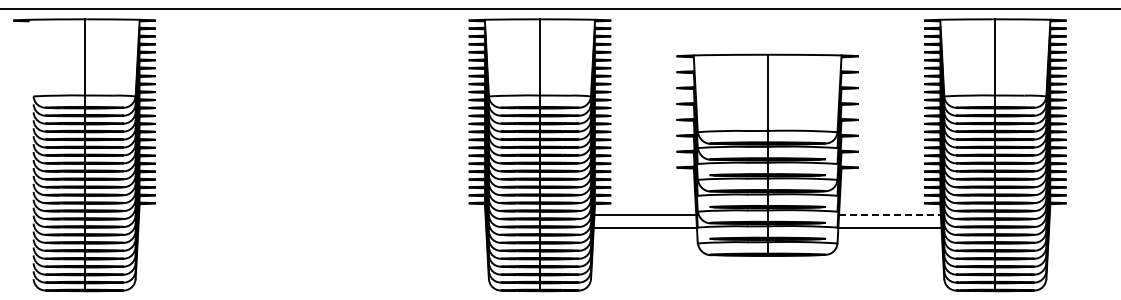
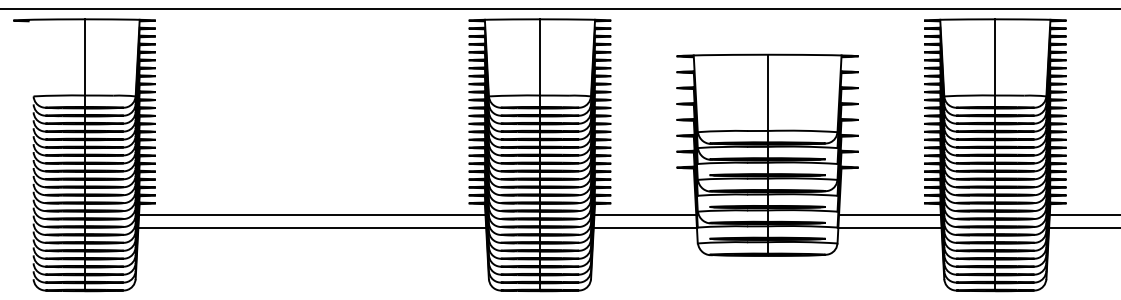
line at (312, 215): none -> present
line at (889, 215): dashed -> solid
line at (1083, 215): none -> present
line at (312, 228): none -> present
line at (1083, 228): none -> present
